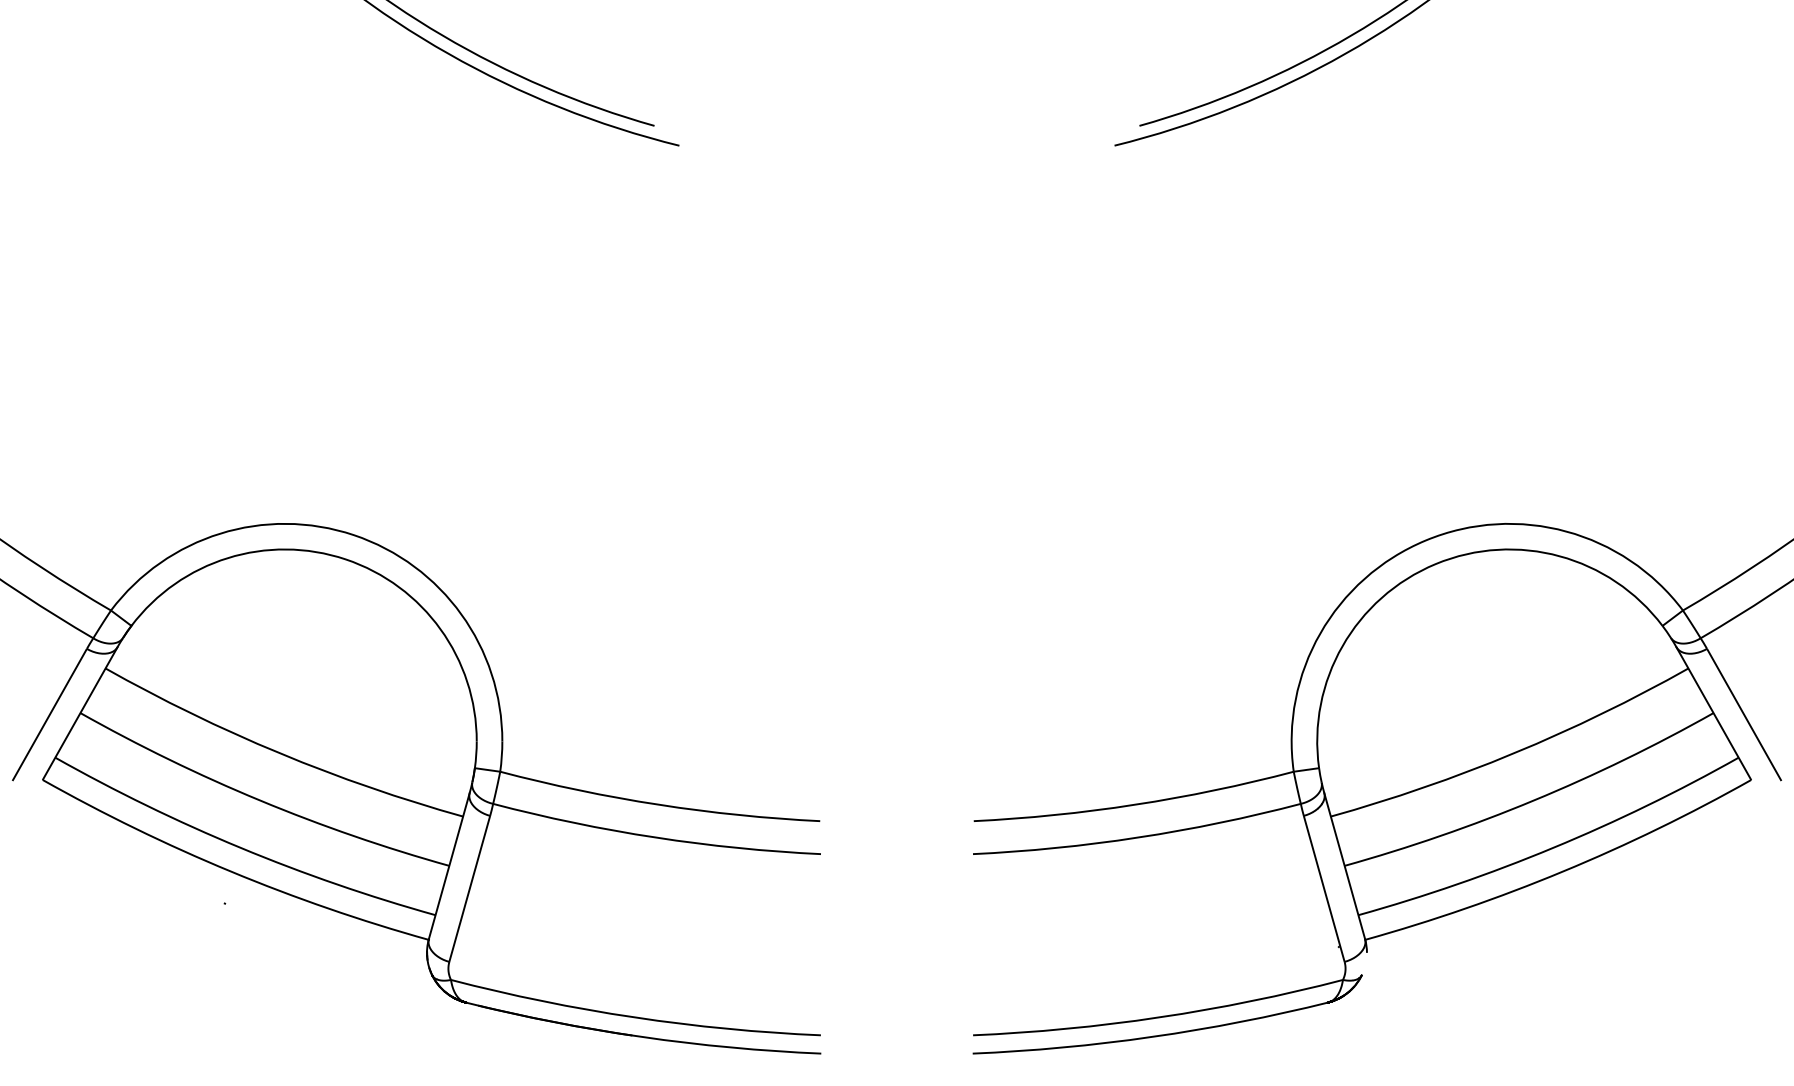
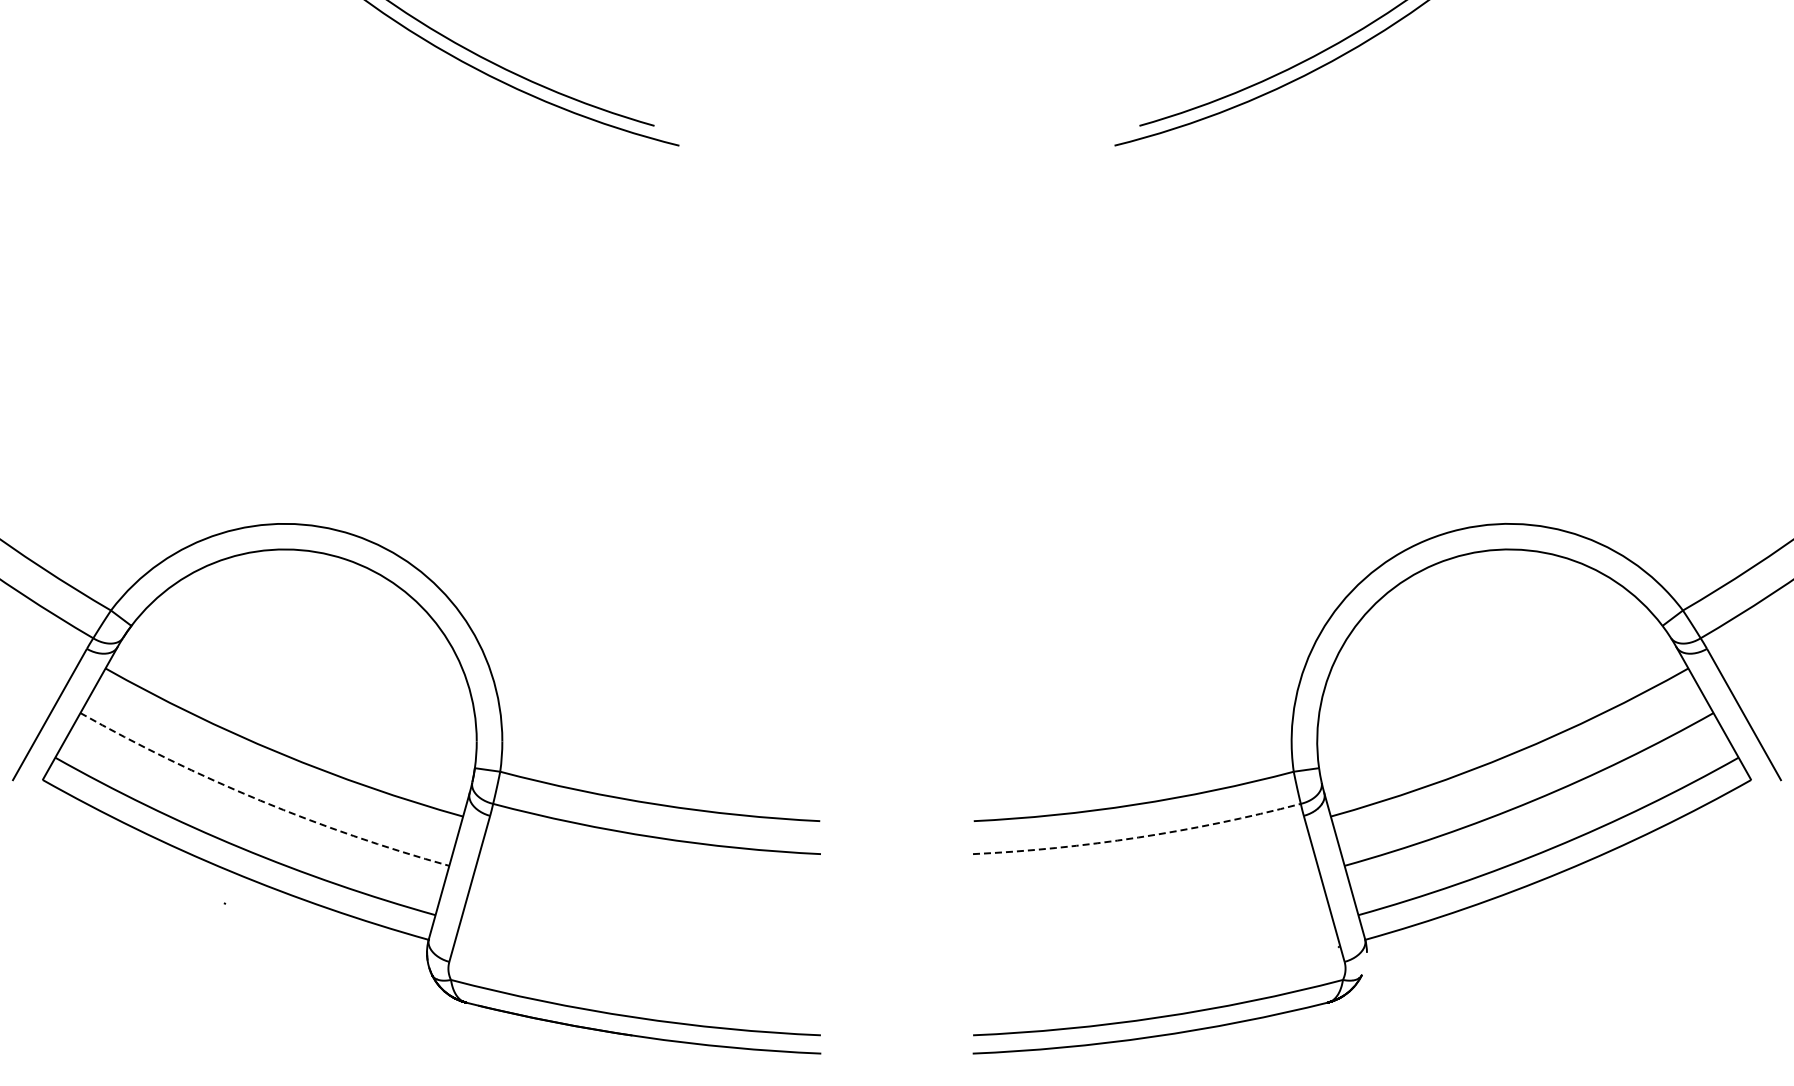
arc at (260, 800): solid -> dashed
arc at (1138, 837): solid -> dashed
